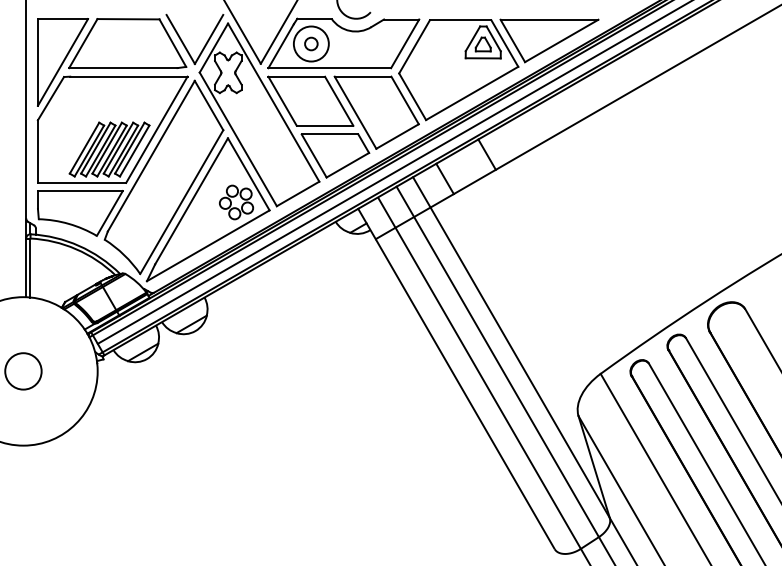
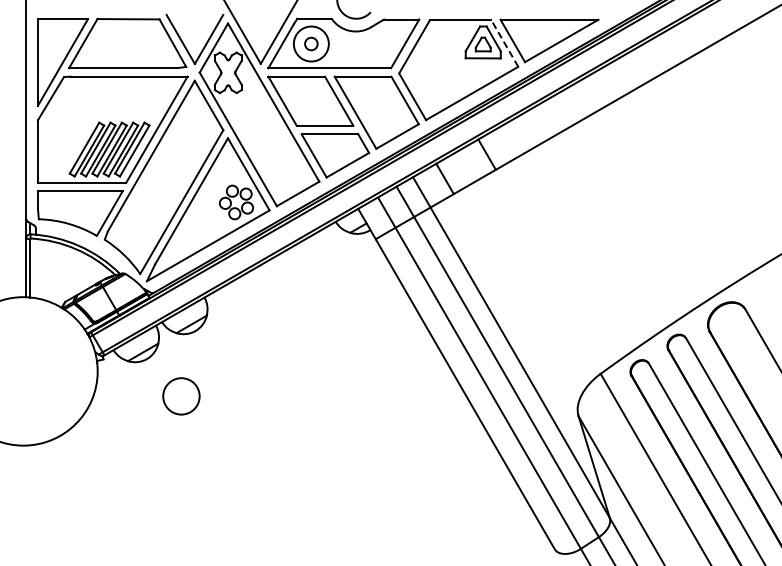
line at (504, 43): solid -> dashed
line at (393, 172): present -> none
circle at (23, 371) position: (23, 371) -> (181, 396)
